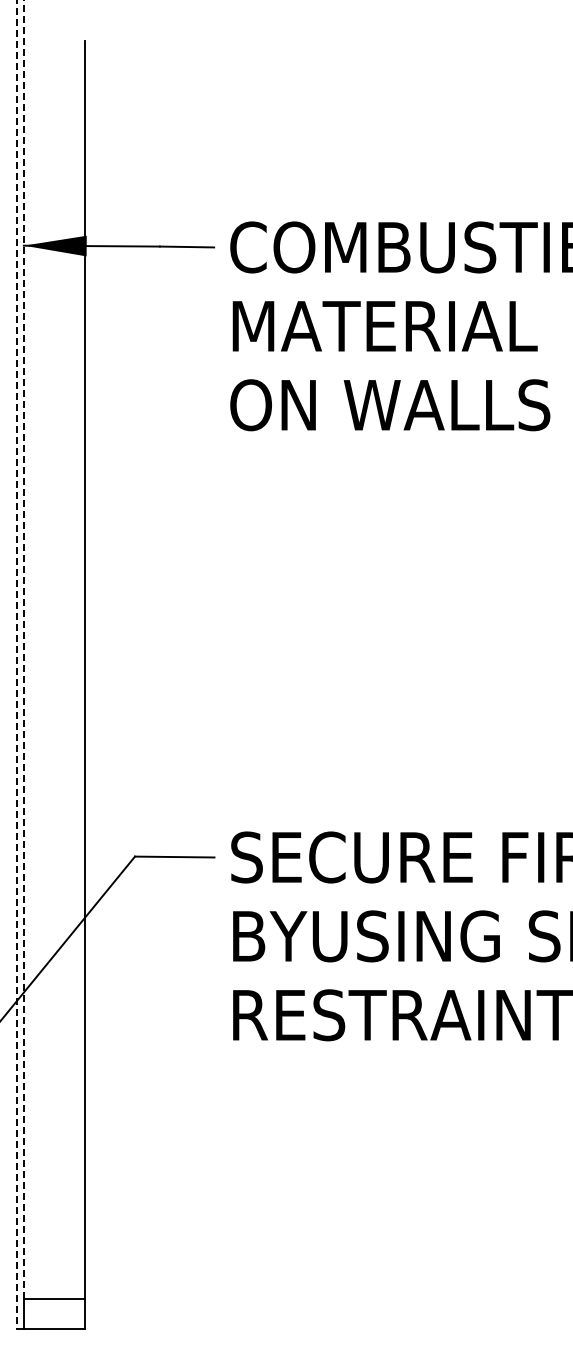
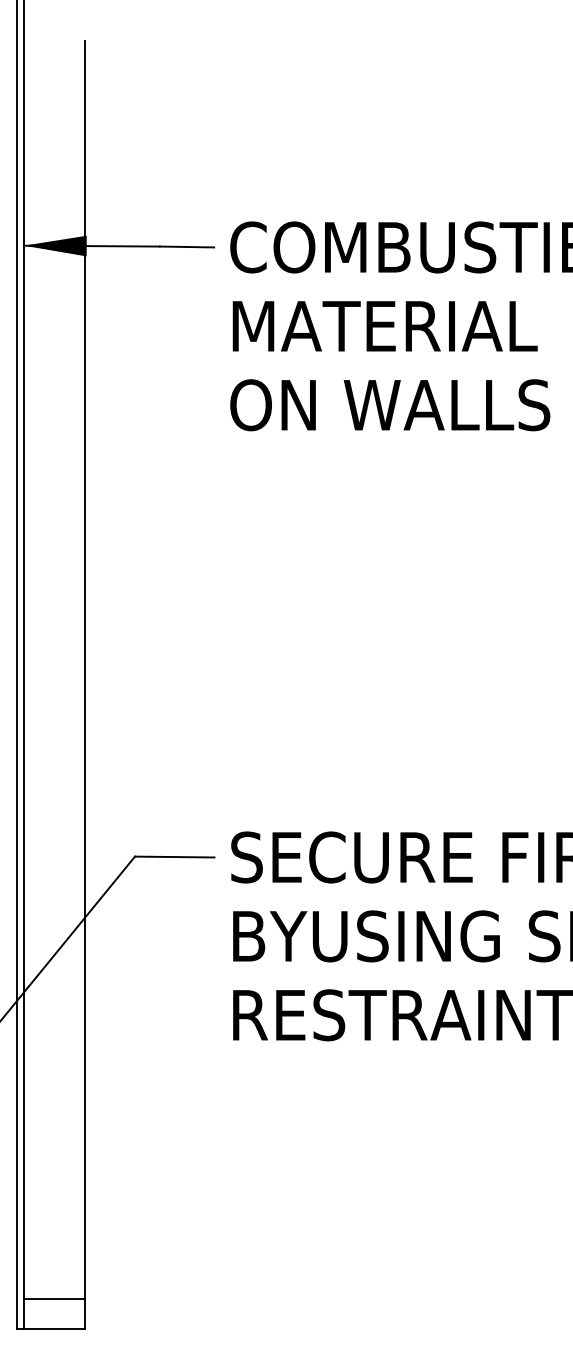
line at (23, 649): dashed -> solid
line at (17, 665): dashed -> solid
